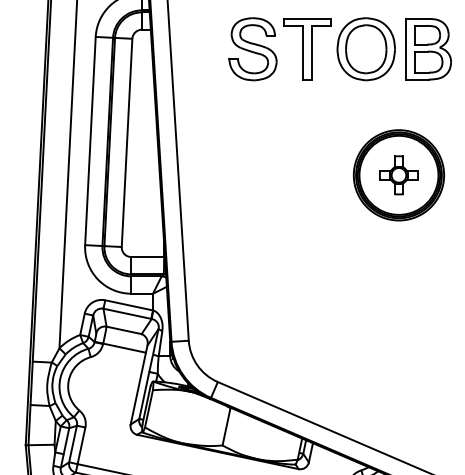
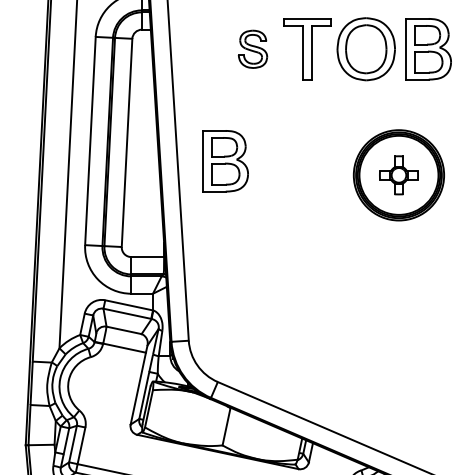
part at (252, 49) size: 50x65 px -> 32x40 px
part at (225, 161): none -> present
